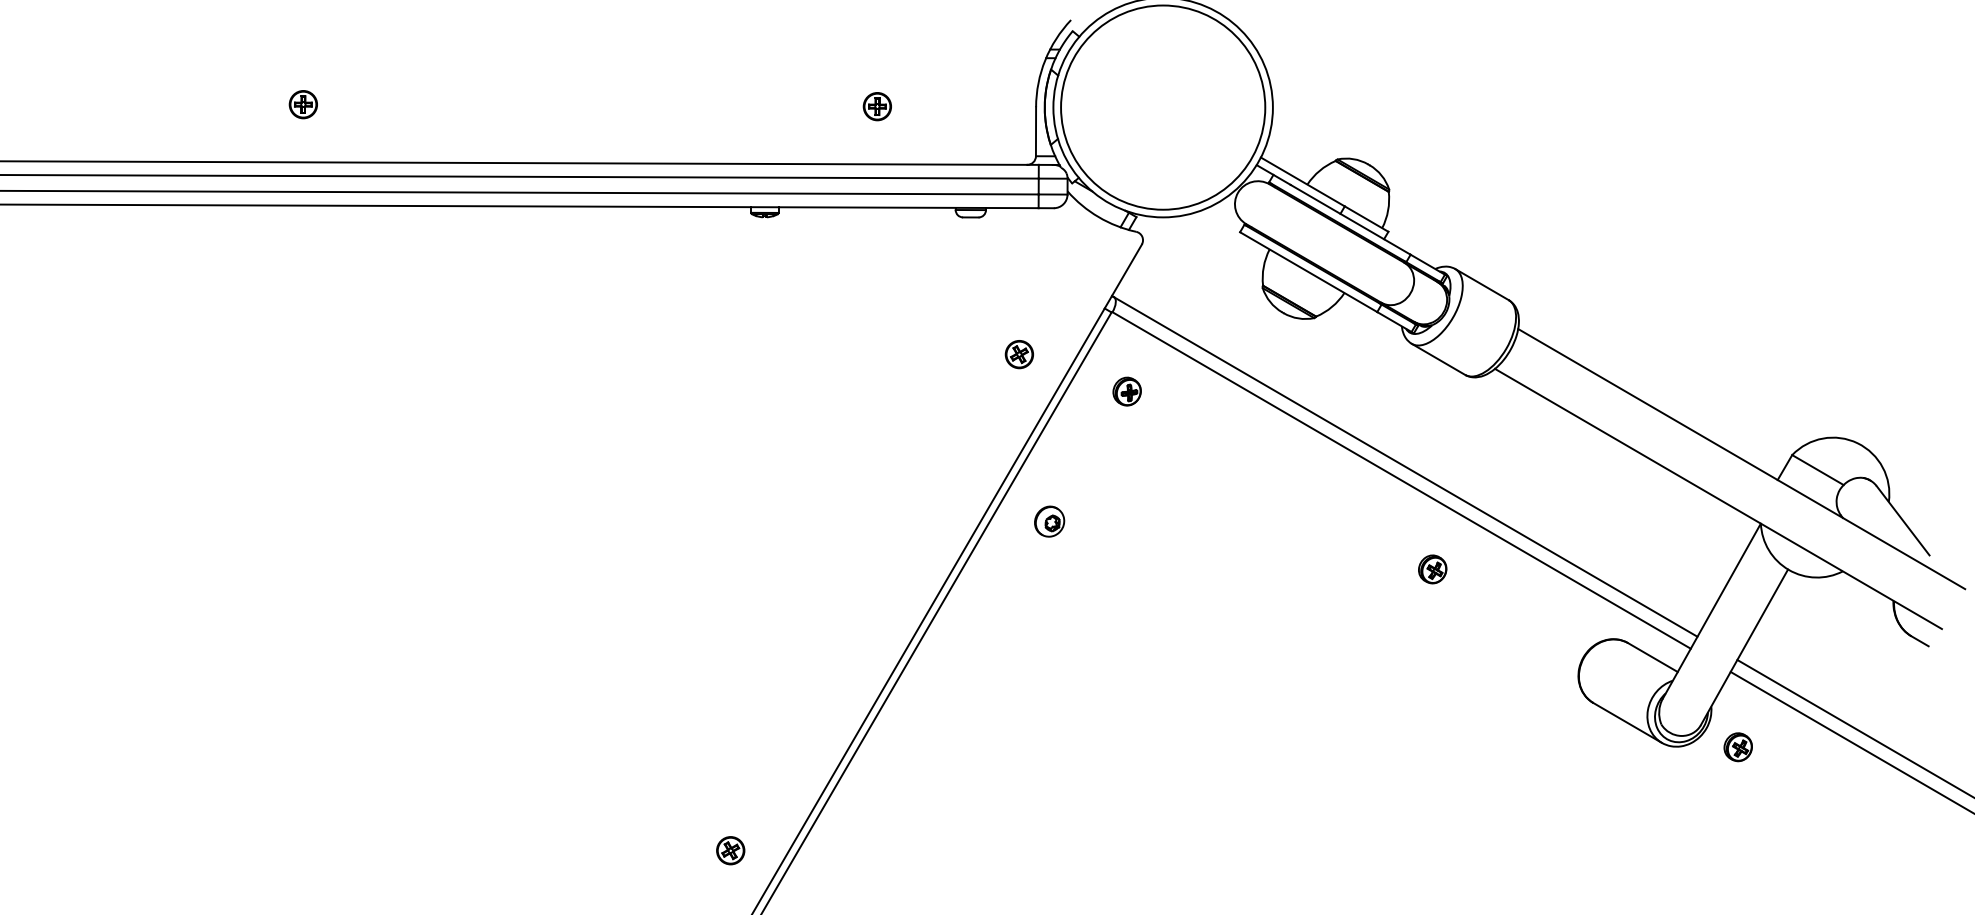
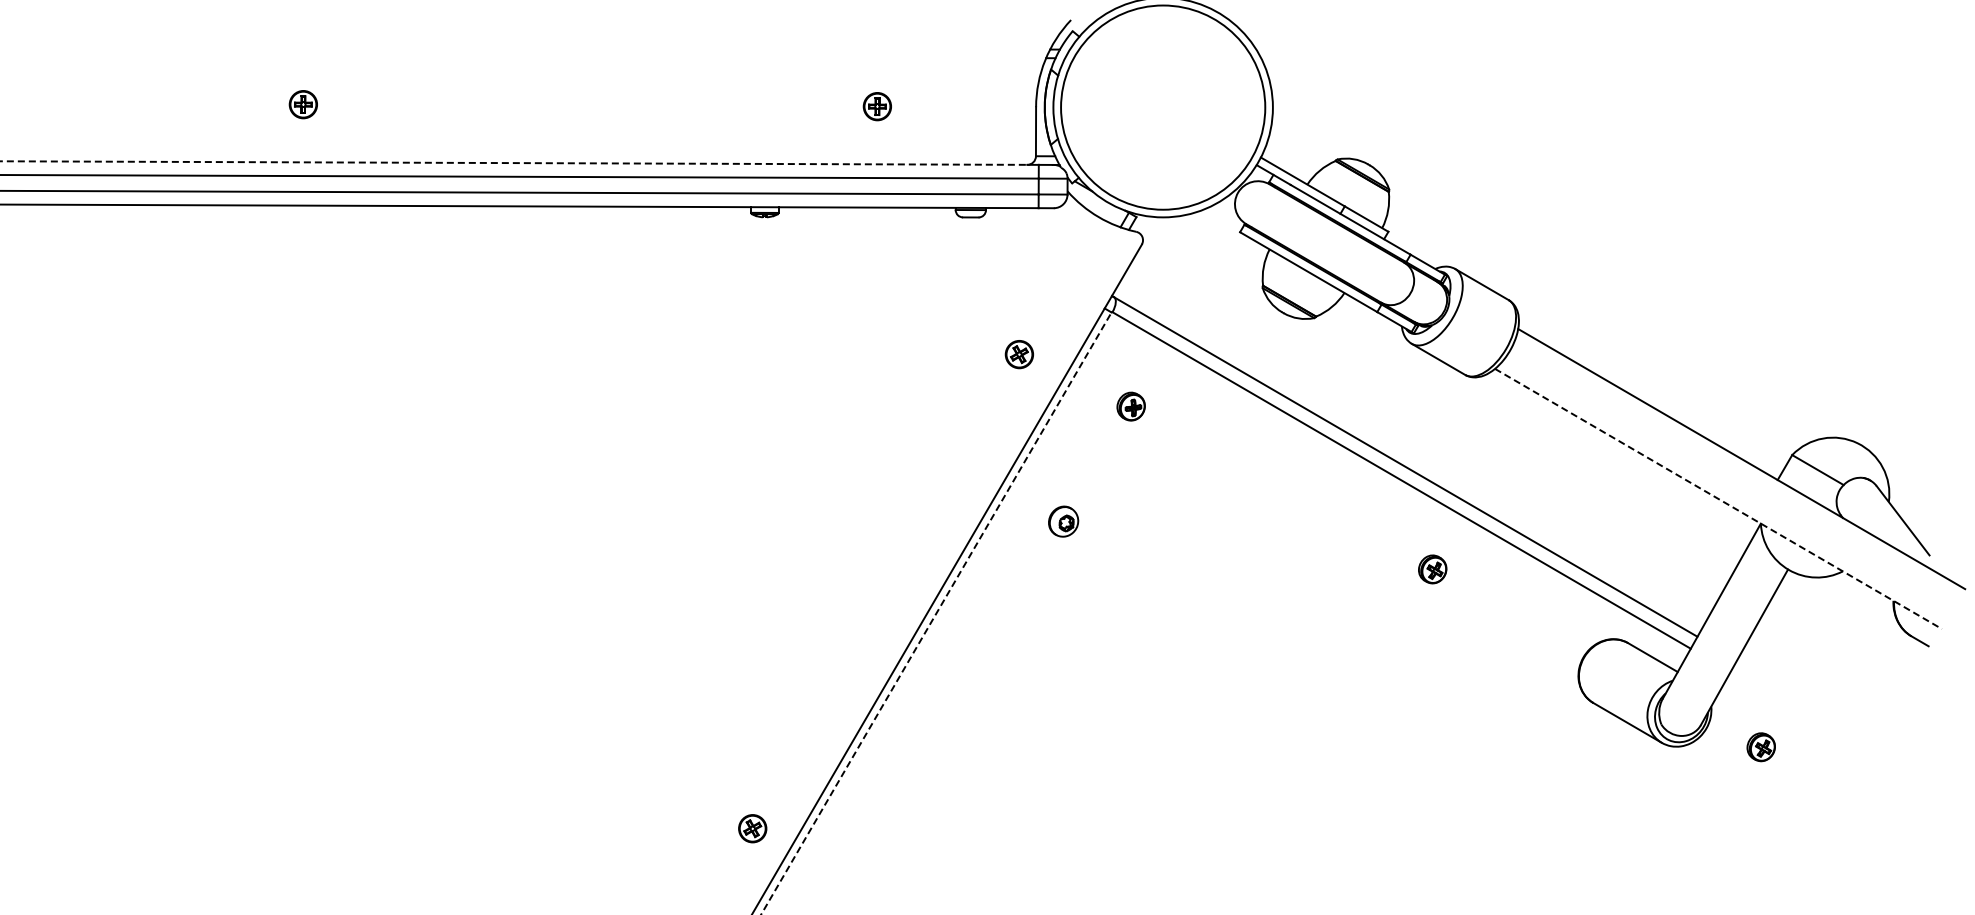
line at (514, 163): solid -> dashed
part at (1126, 391) position: (1126, 391) -> (1130, 406)
line at (1718, 498): solid -> dashed
part at (1049, 521) position: (1049, 521) -> (1063, 521)
line at (936, 613): solid -> dashed
line at (1854, 727): present -> none
line at (1850, 741): present -> none
part at (1737, 747) position: (1737, 747) -> (1760, 747)
part at (730, 850) position: (730, 850) -> (752, 828)
